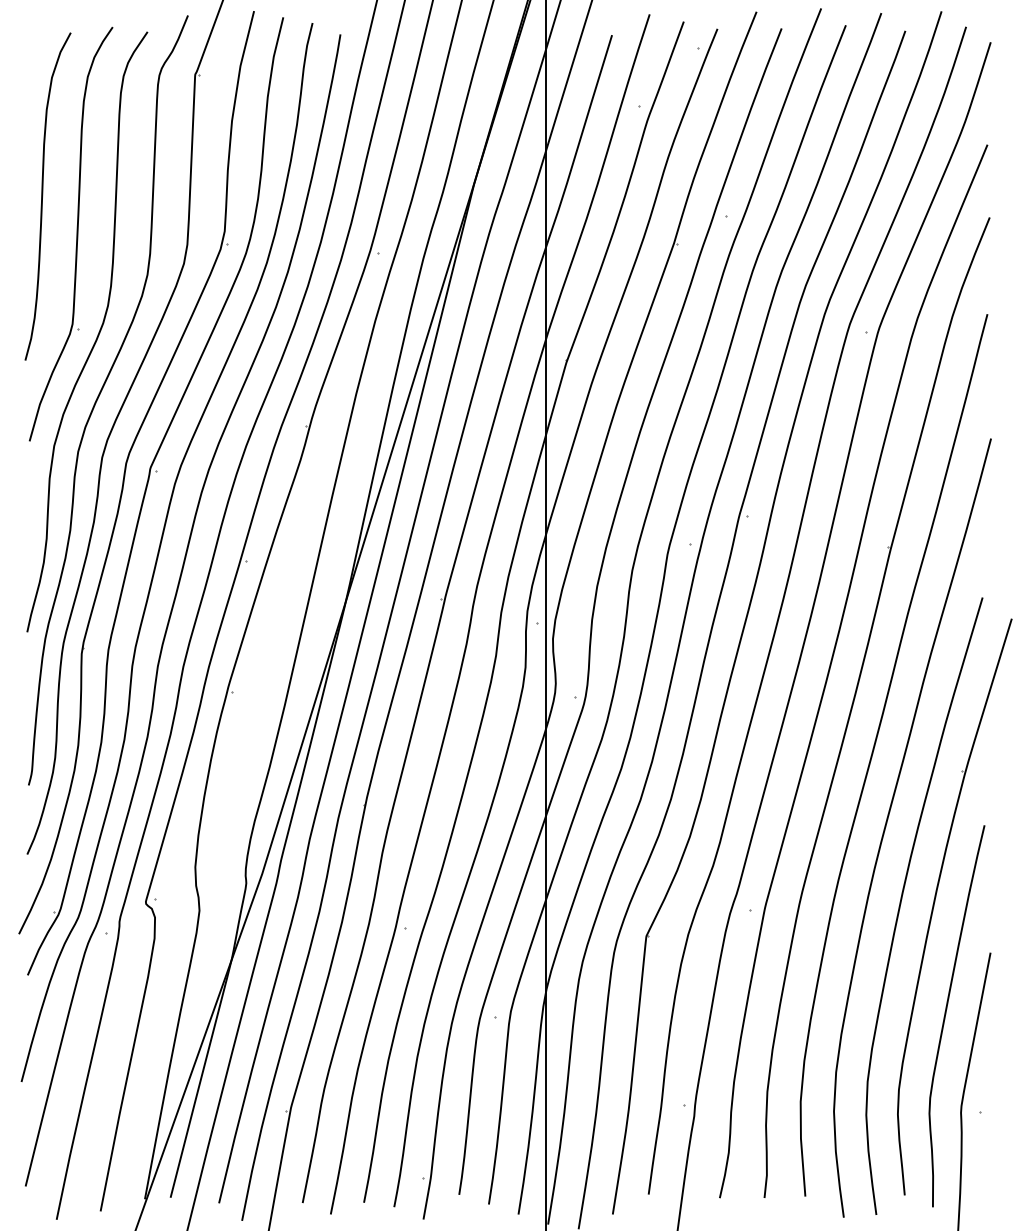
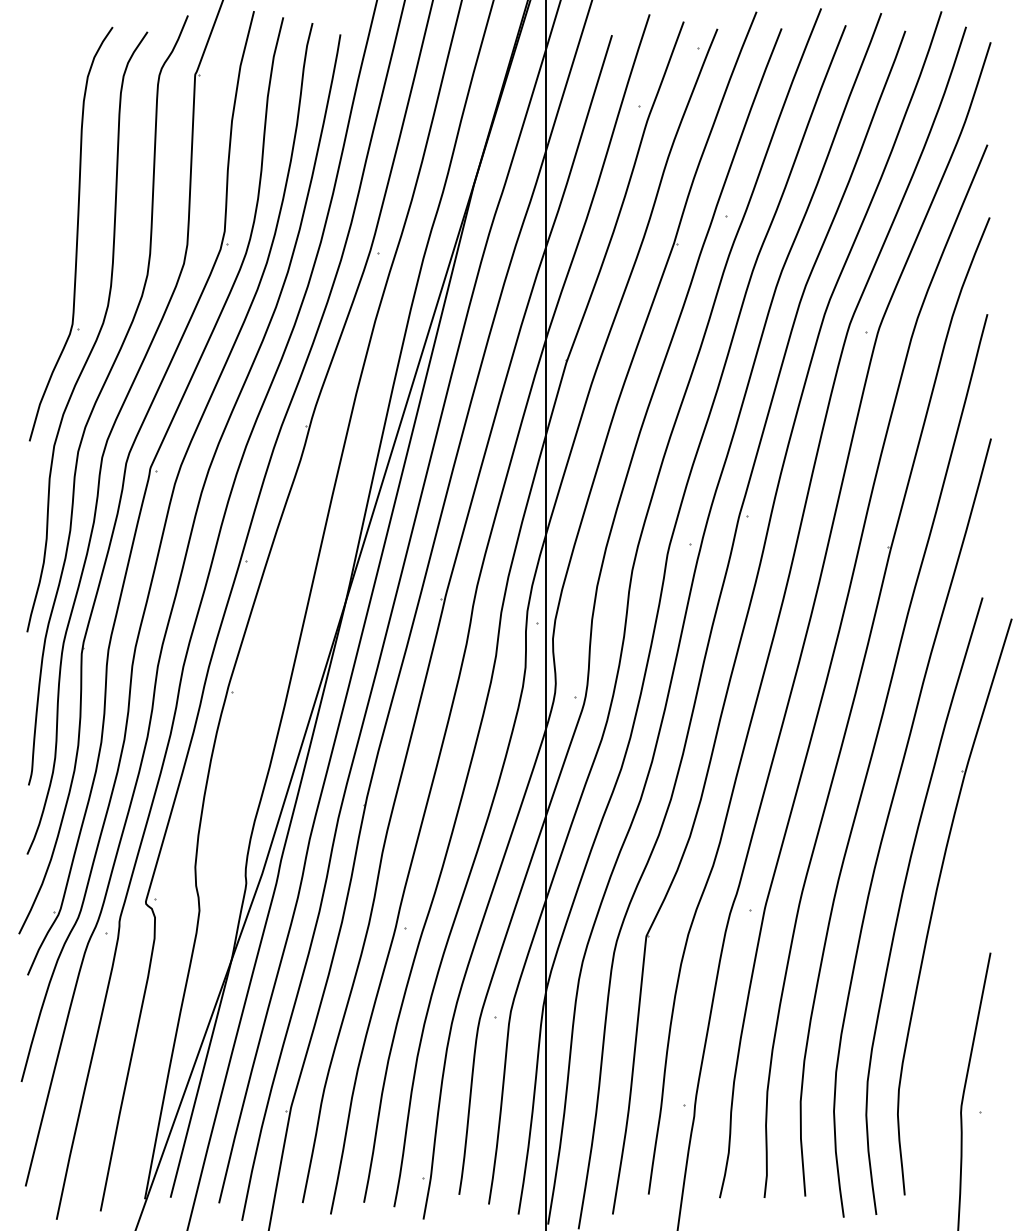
curve at (43, 195): present -> none
curve at (946, 1014): present -> none
